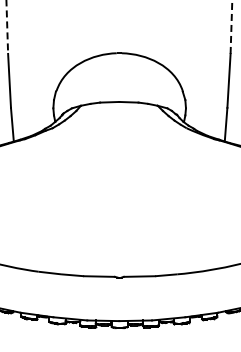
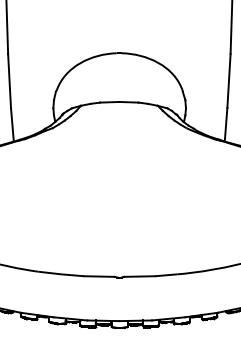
line at (7, 27): dashed -> solid
line at (231, 27): dashed -> solid
